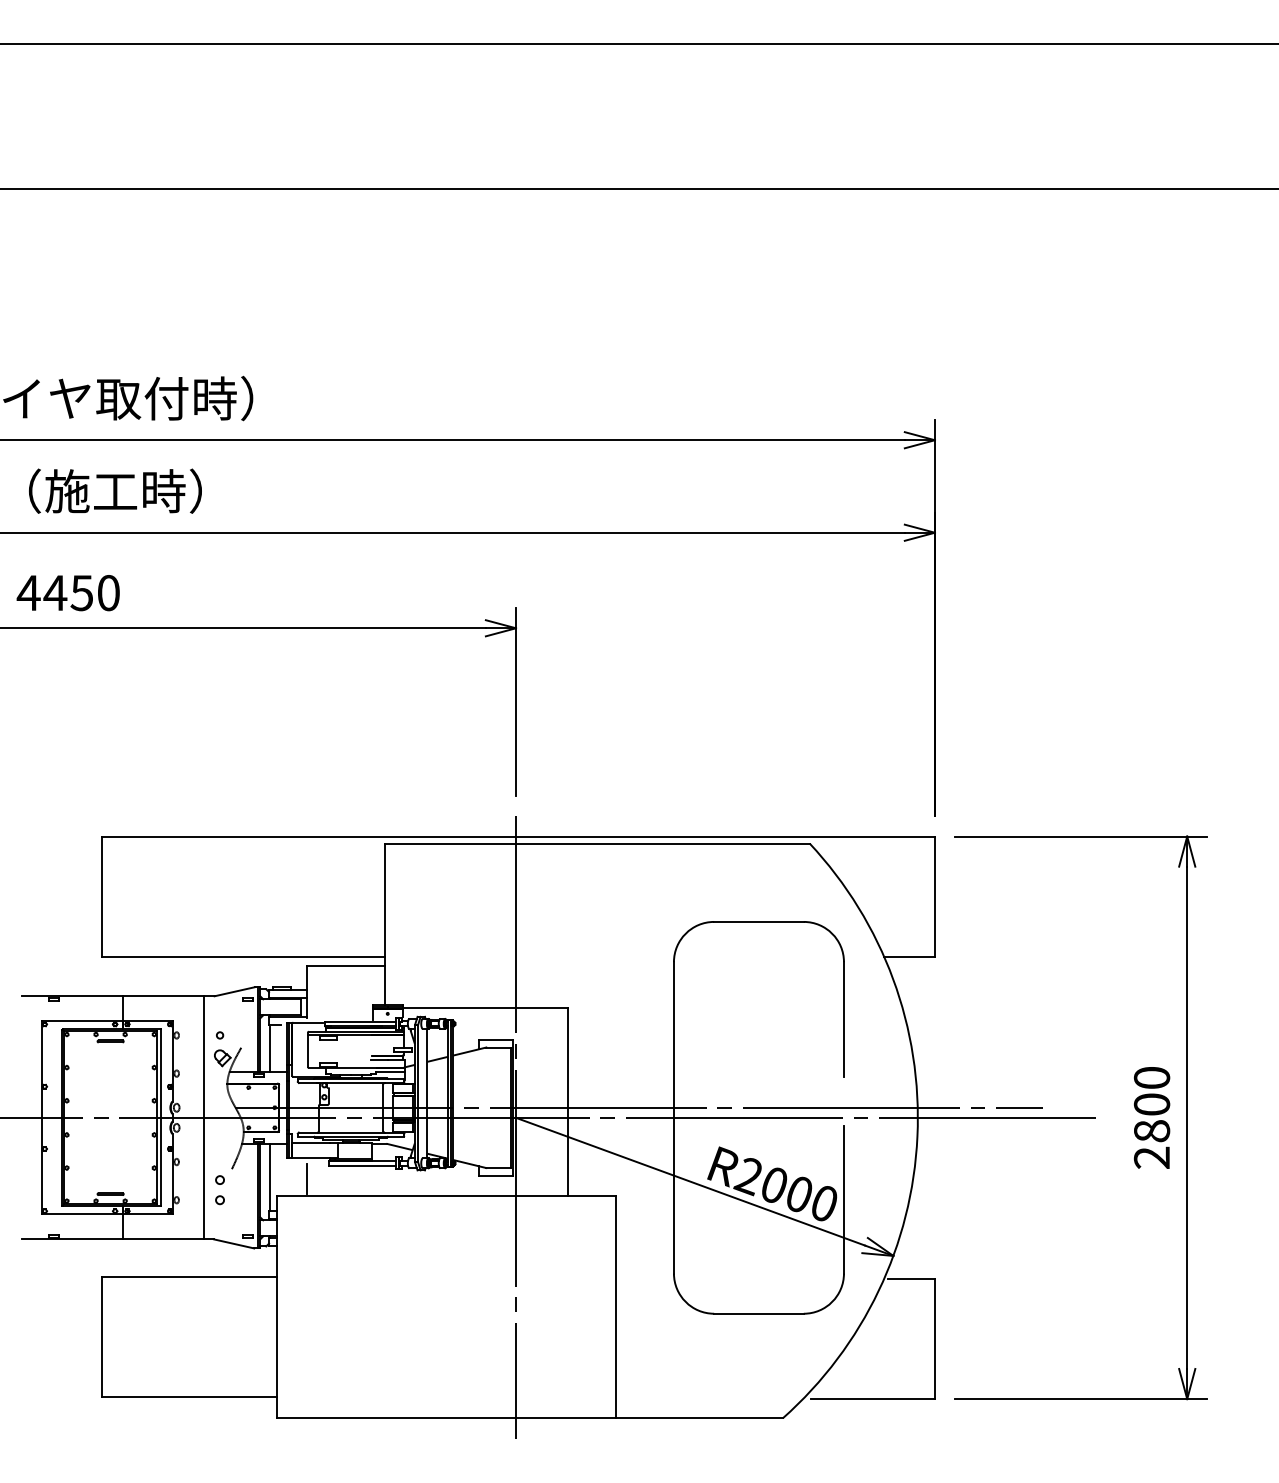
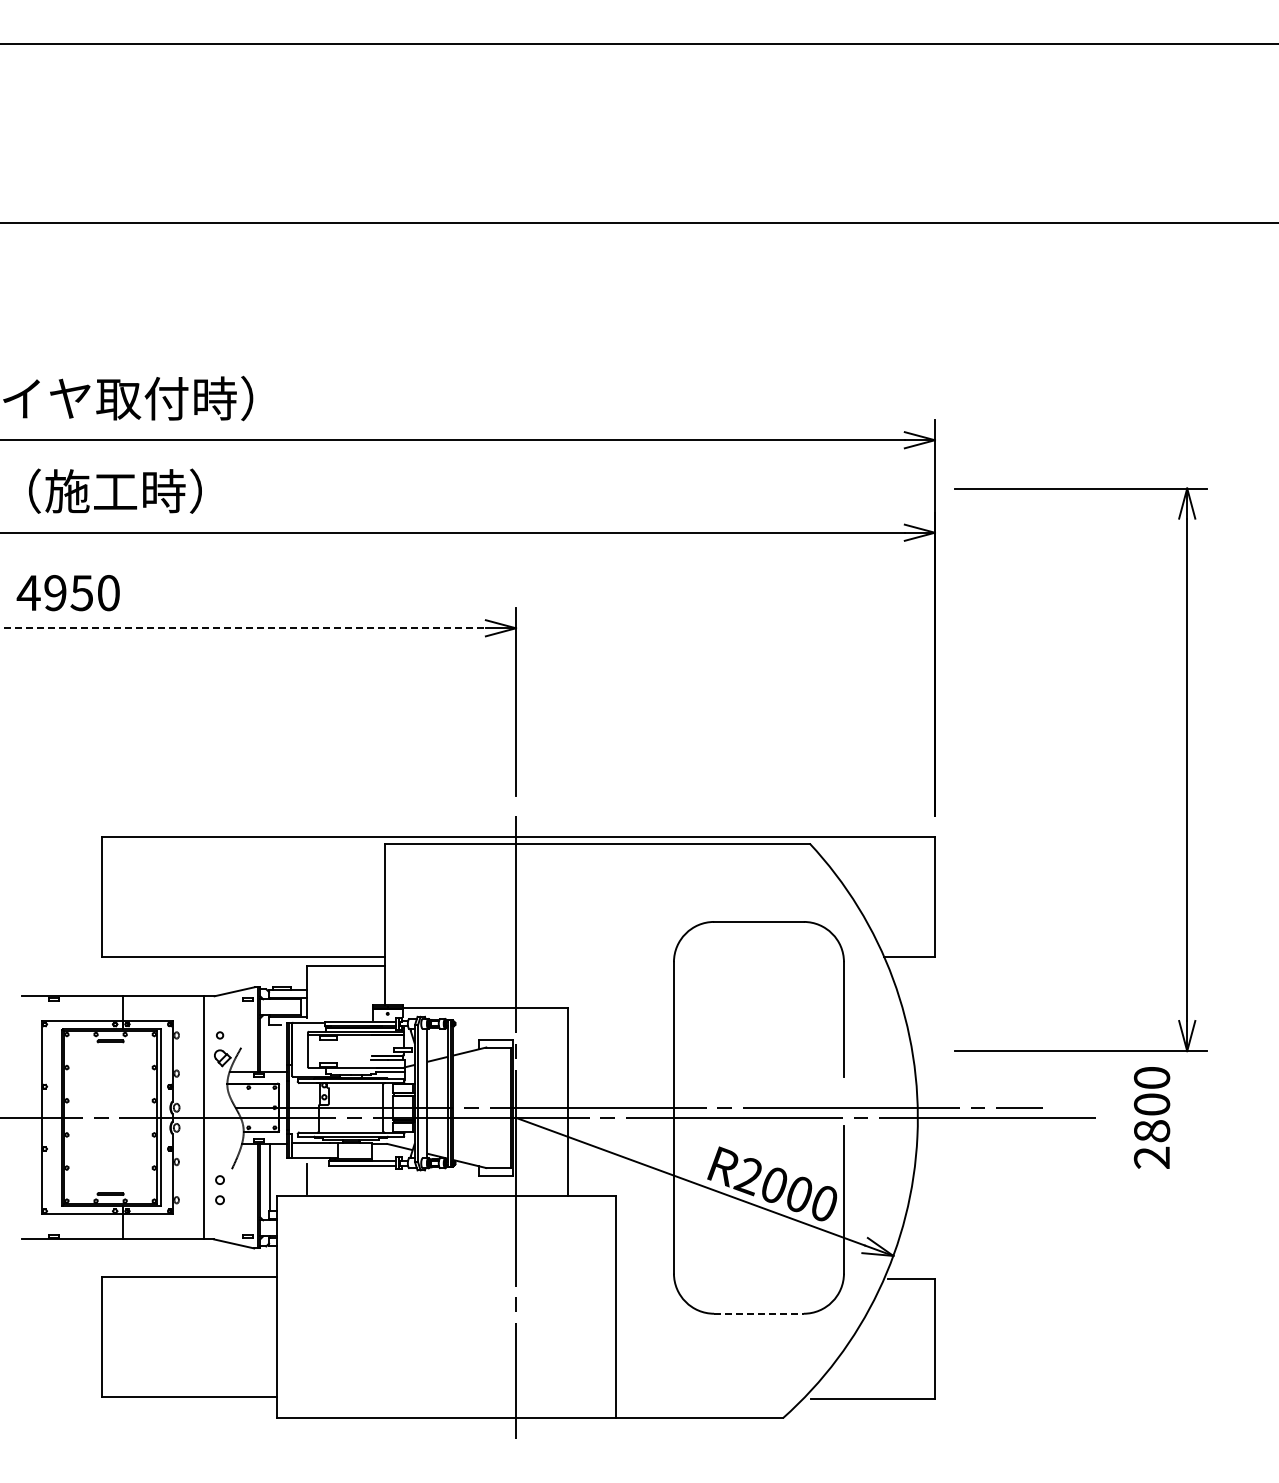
line at (638, 189) position: (638, 189) -> (638, 223)
text at (55, 593): 4450 -> 4950
line at (243, 628): solid -> dashed
line at (270, 1048): present -> none
part at (1186, 1117) position: (1186, 1117) -> (1186, 769)
line at (758, 1313): solid -> dashed
